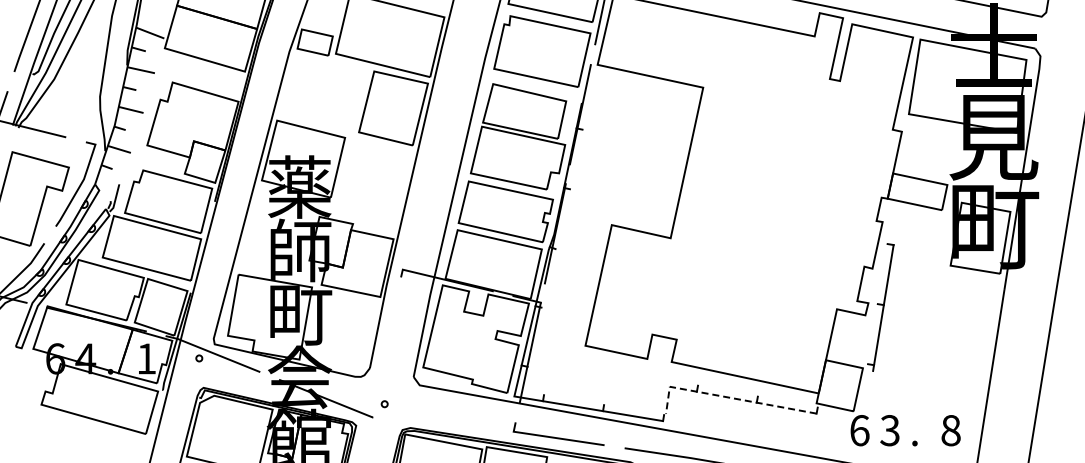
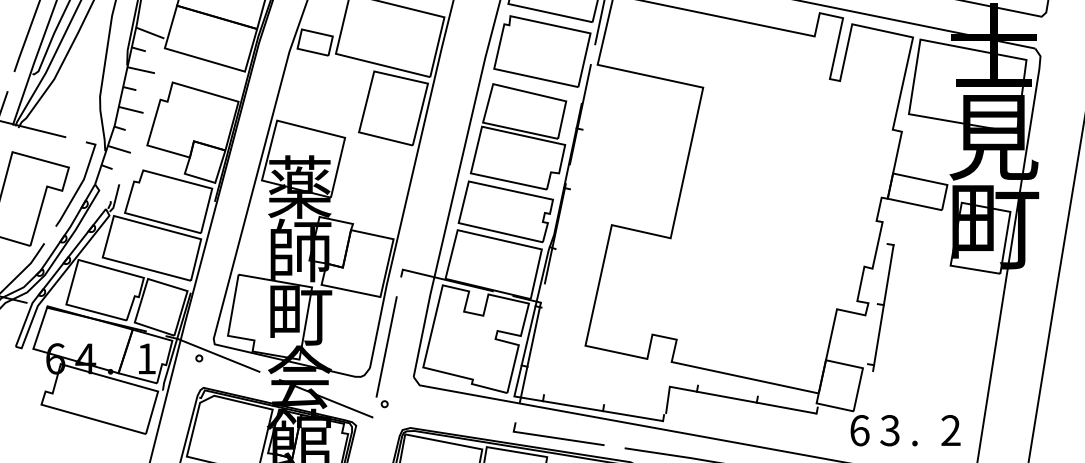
line at (386, 346): none -> present
line at (728, 397): dashed -> solid
text at (950, 430): 8 -> 2
